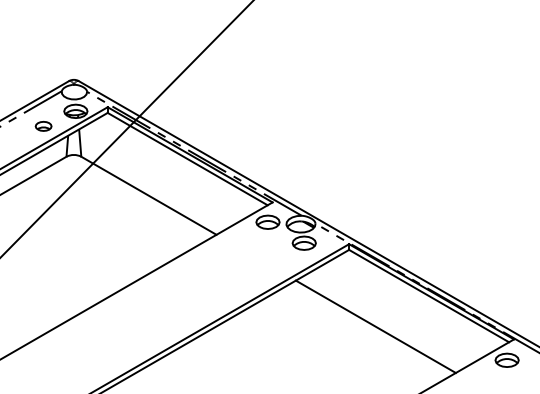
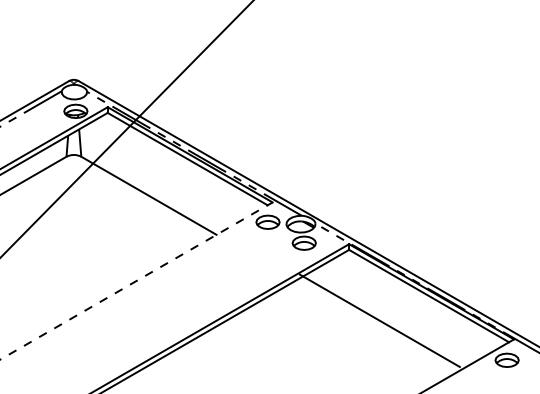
part at (43, 126): present -> none
line at (137, 280): solid -> dashed
line at (375, 326) position: (375, 326) -> (379, 320)
